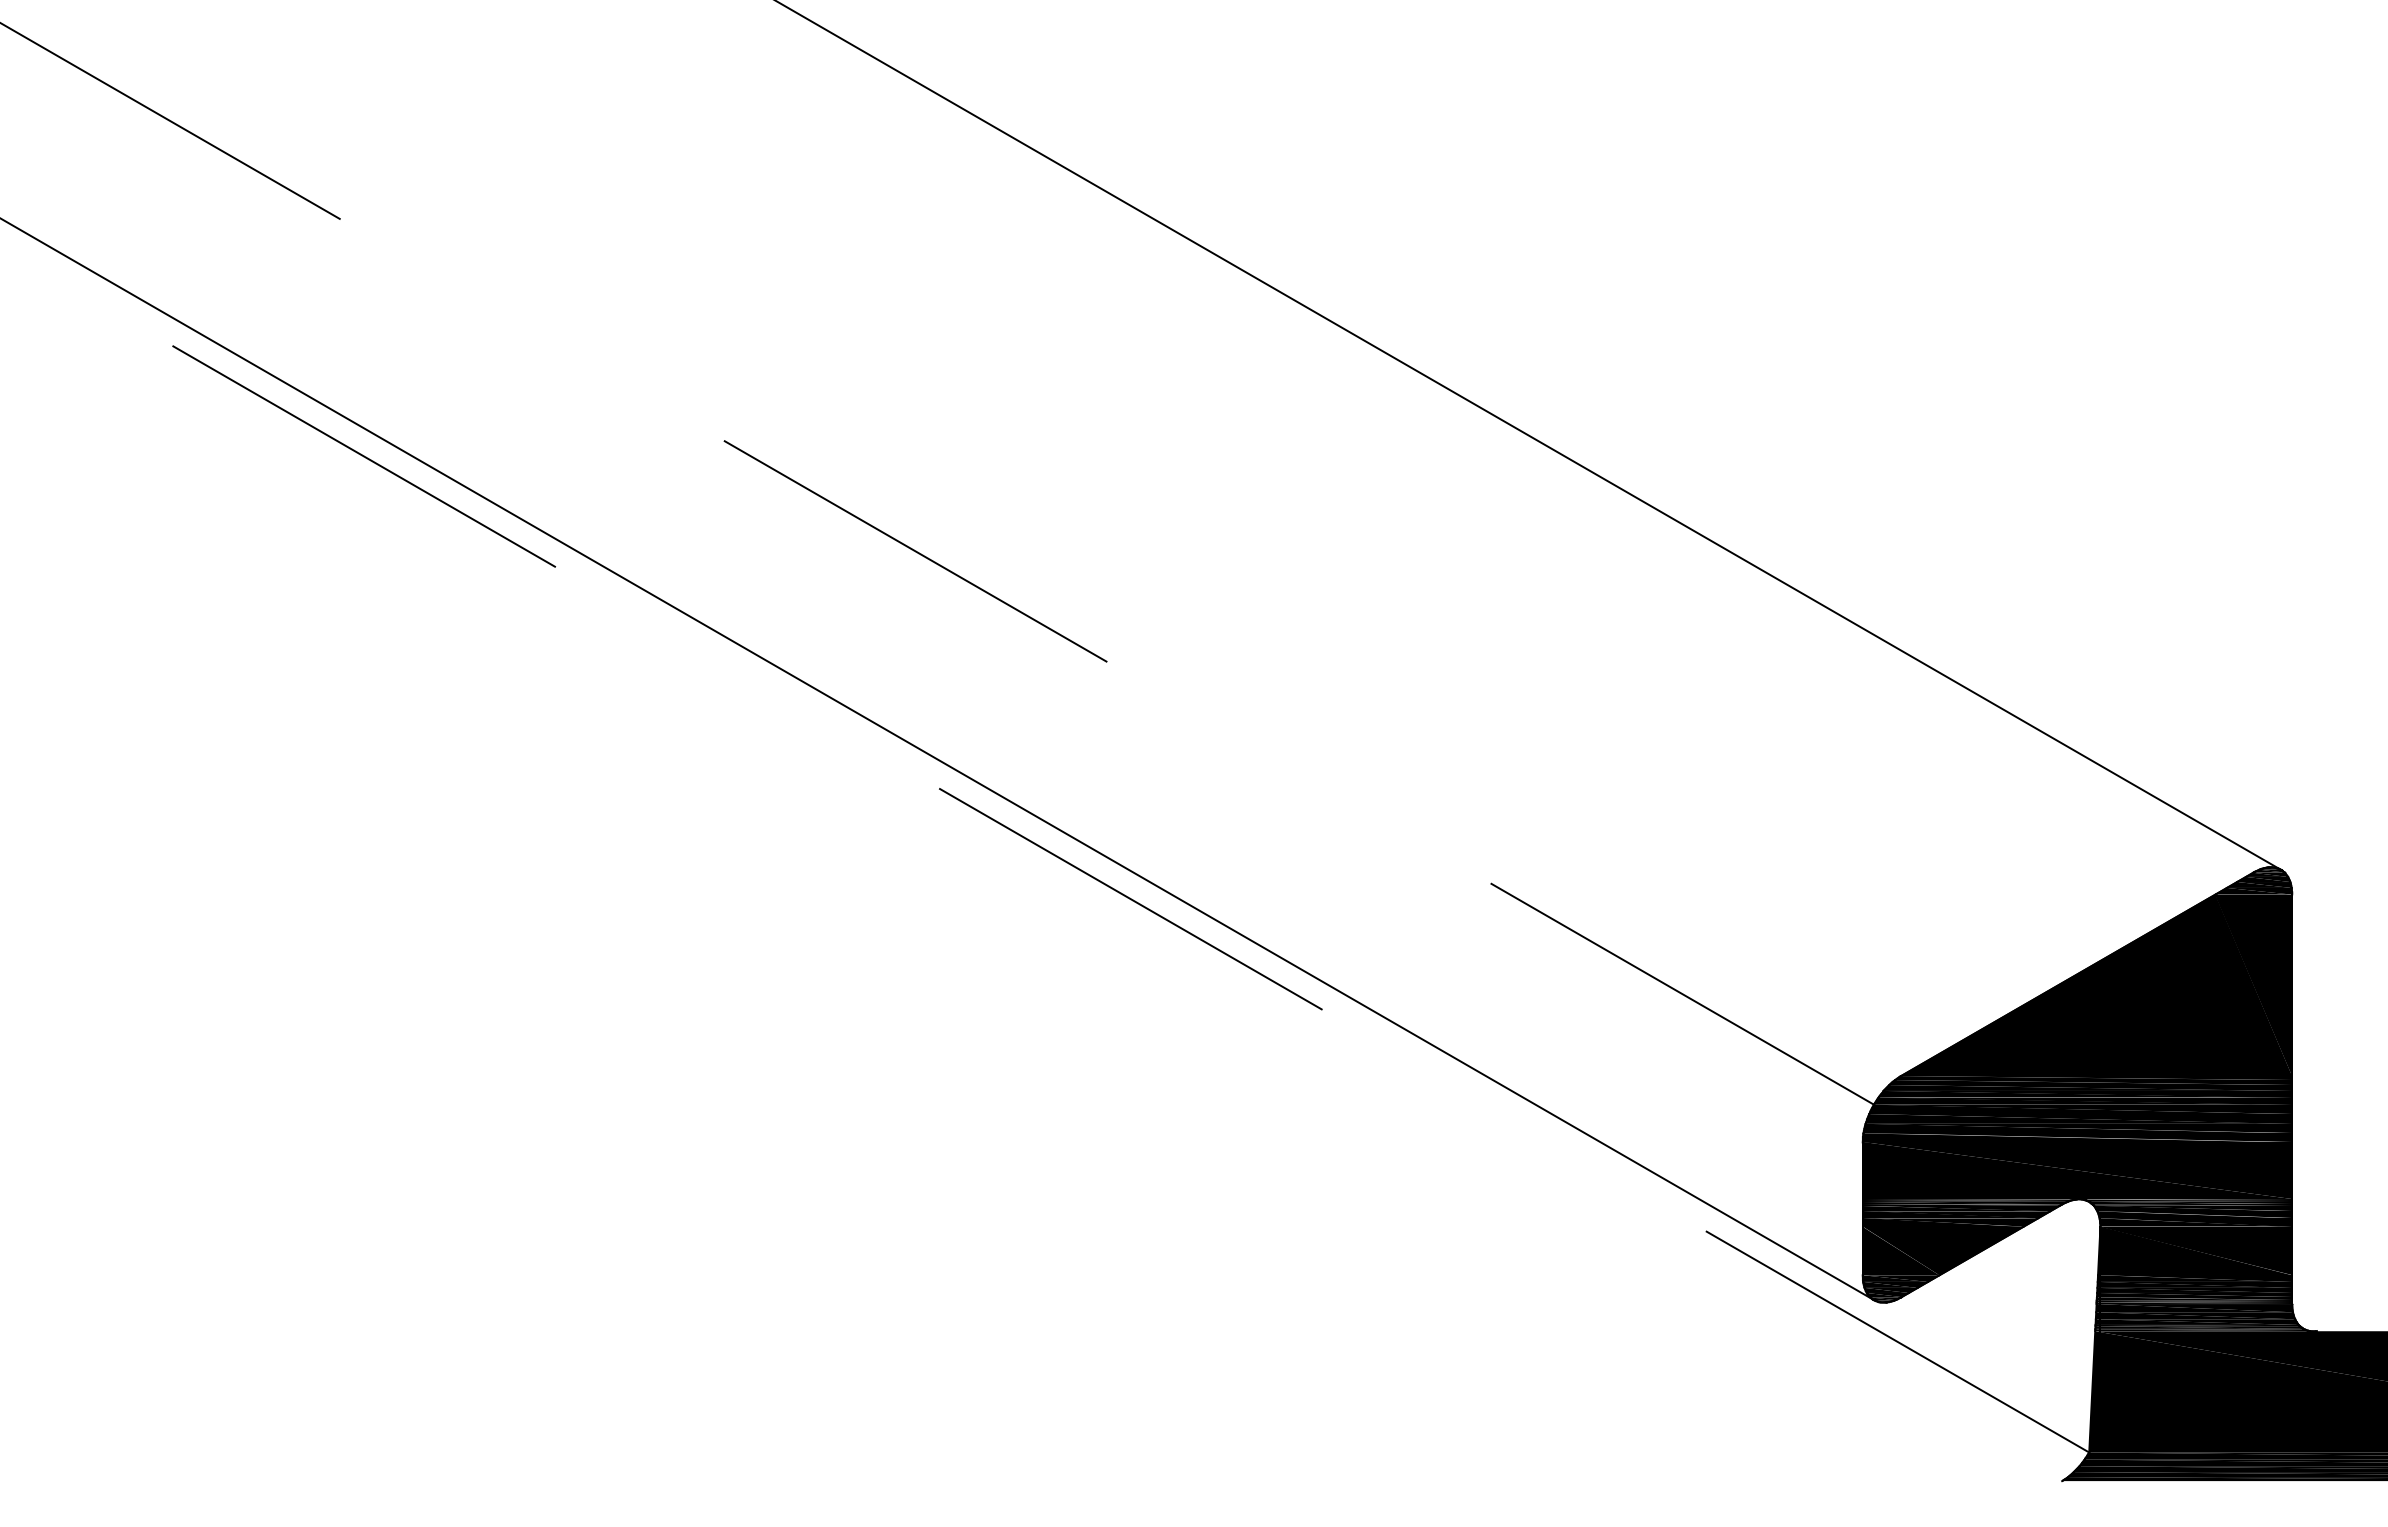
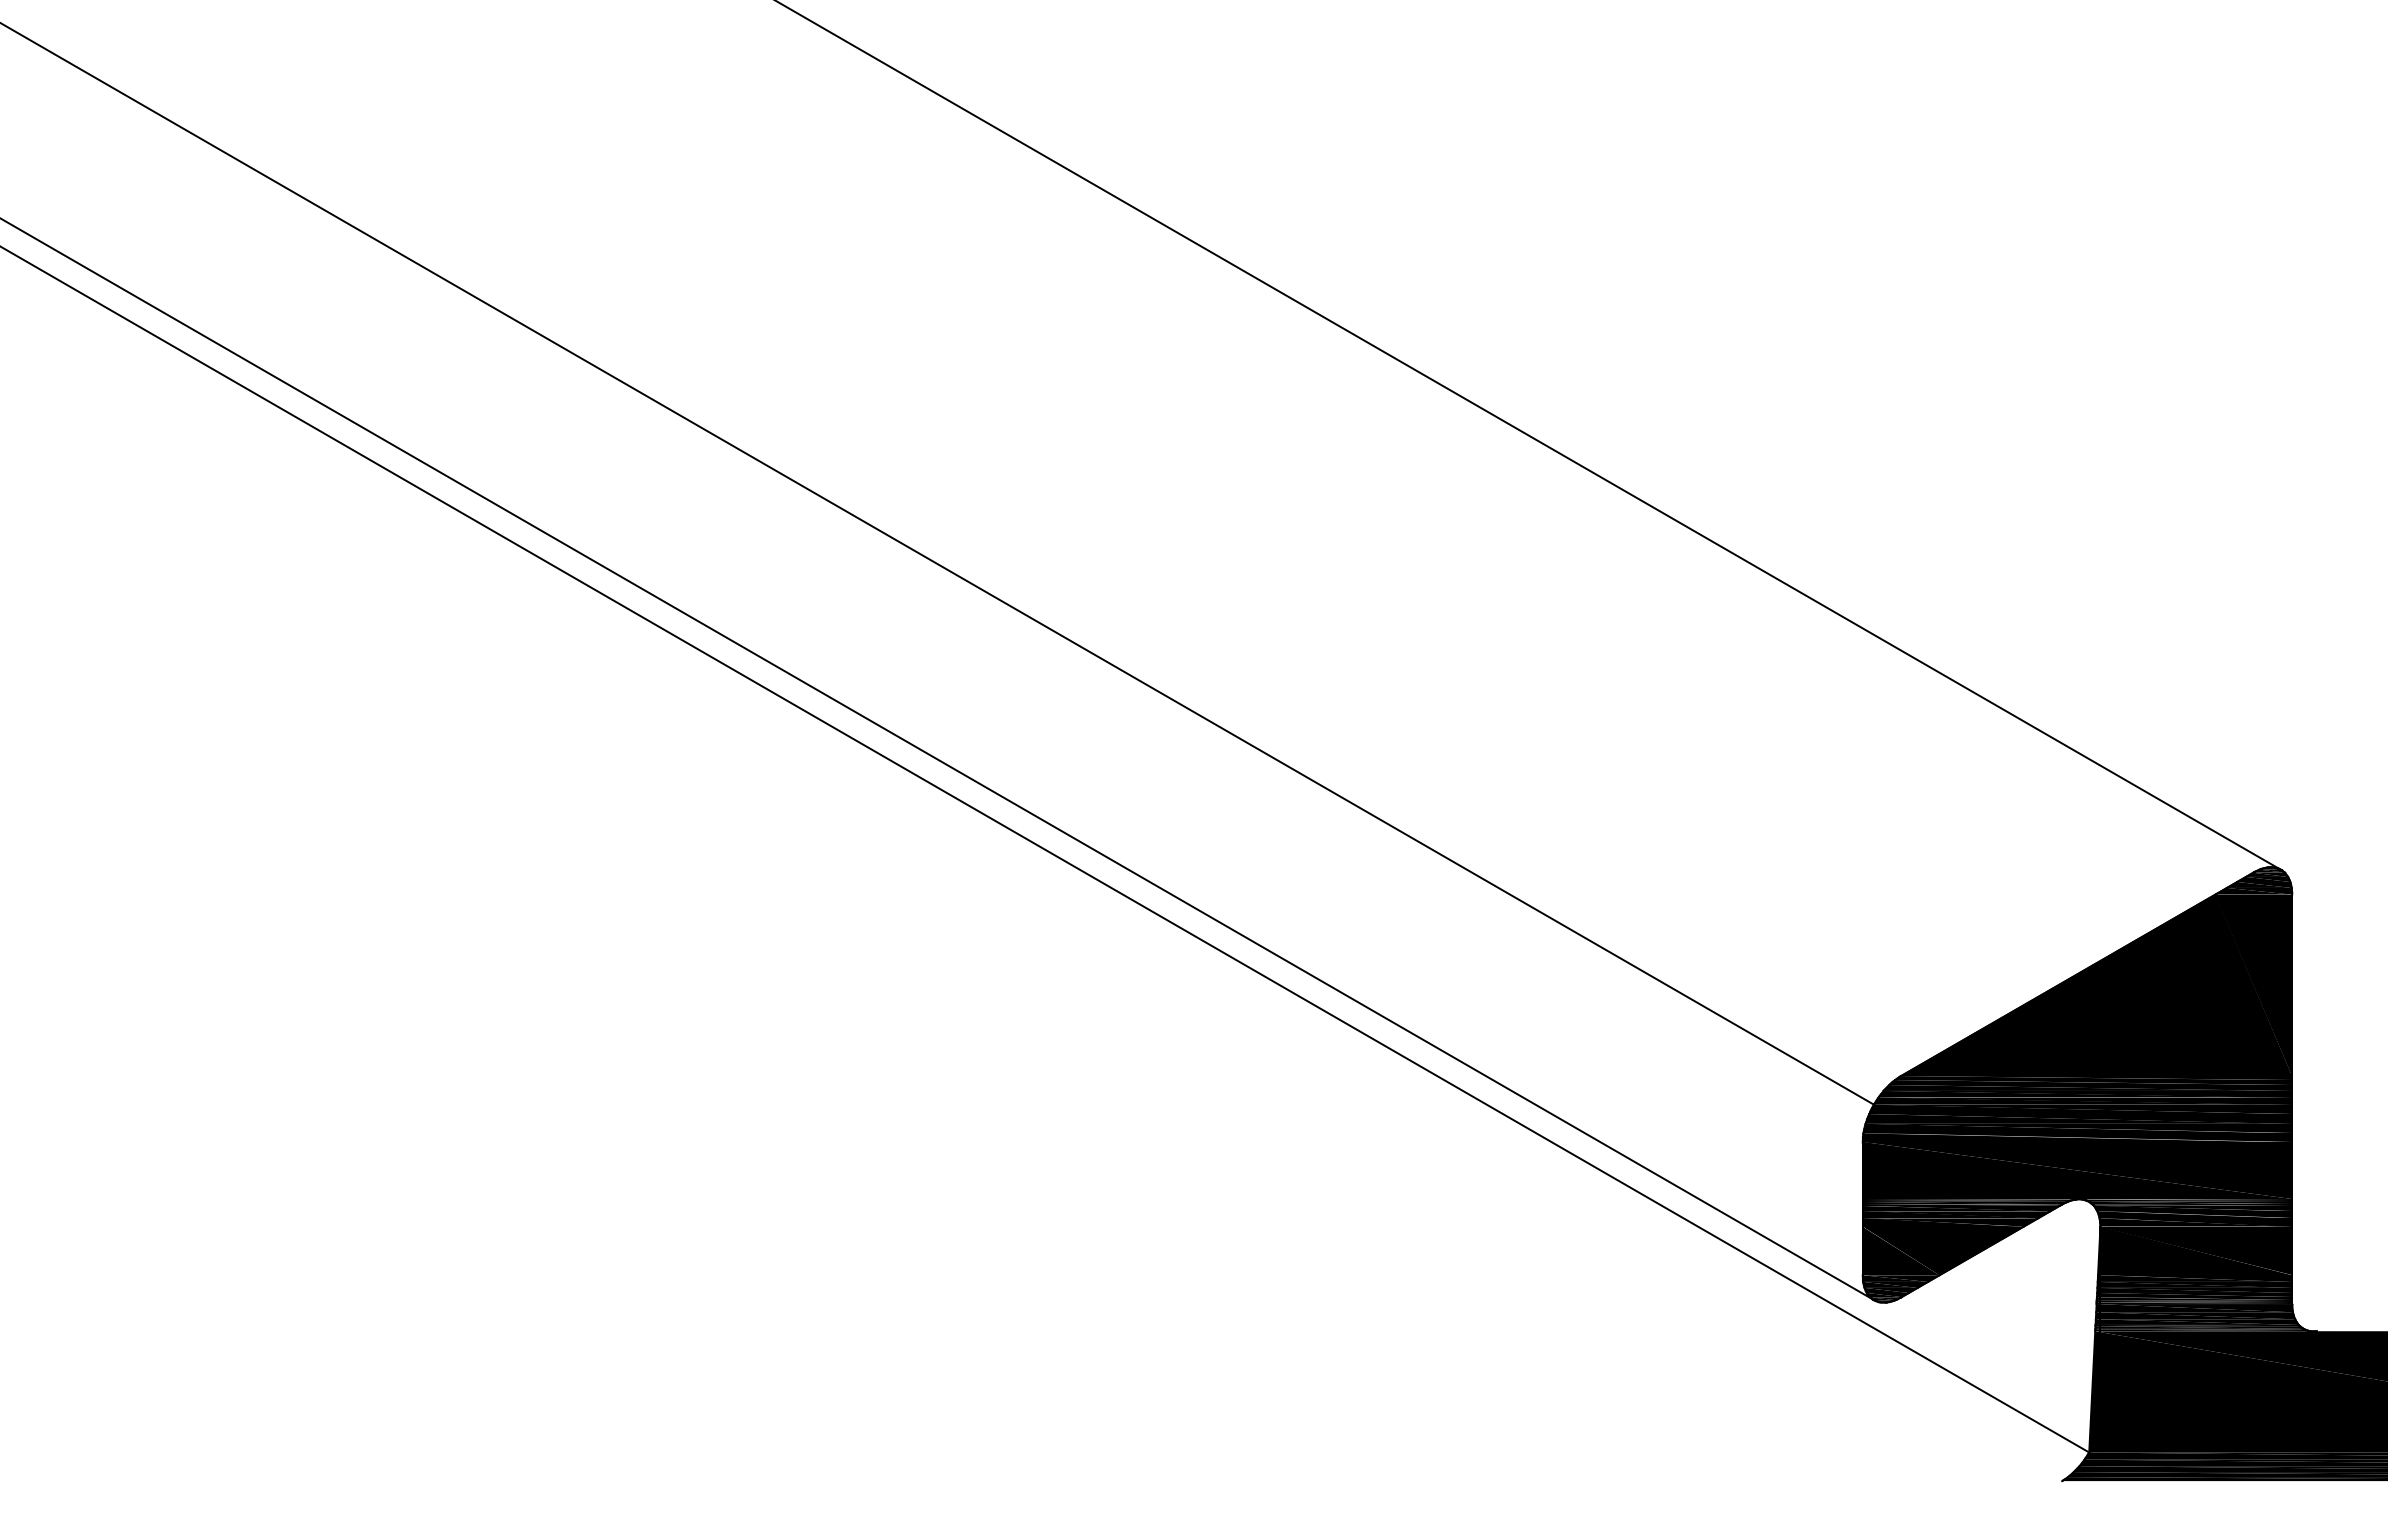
line at (937, 563): dashed -> solid
line at (1044, 849): dashed -> solid
